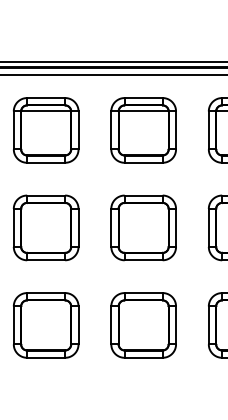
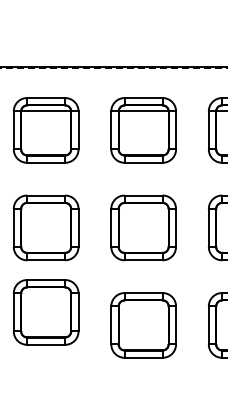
line at (113, 62): present -> none
line at (113, 68): solid -> dashed
line at (113, 75): present -> none
part at (45, 325) position: (45, 325) -> (45, 312)
